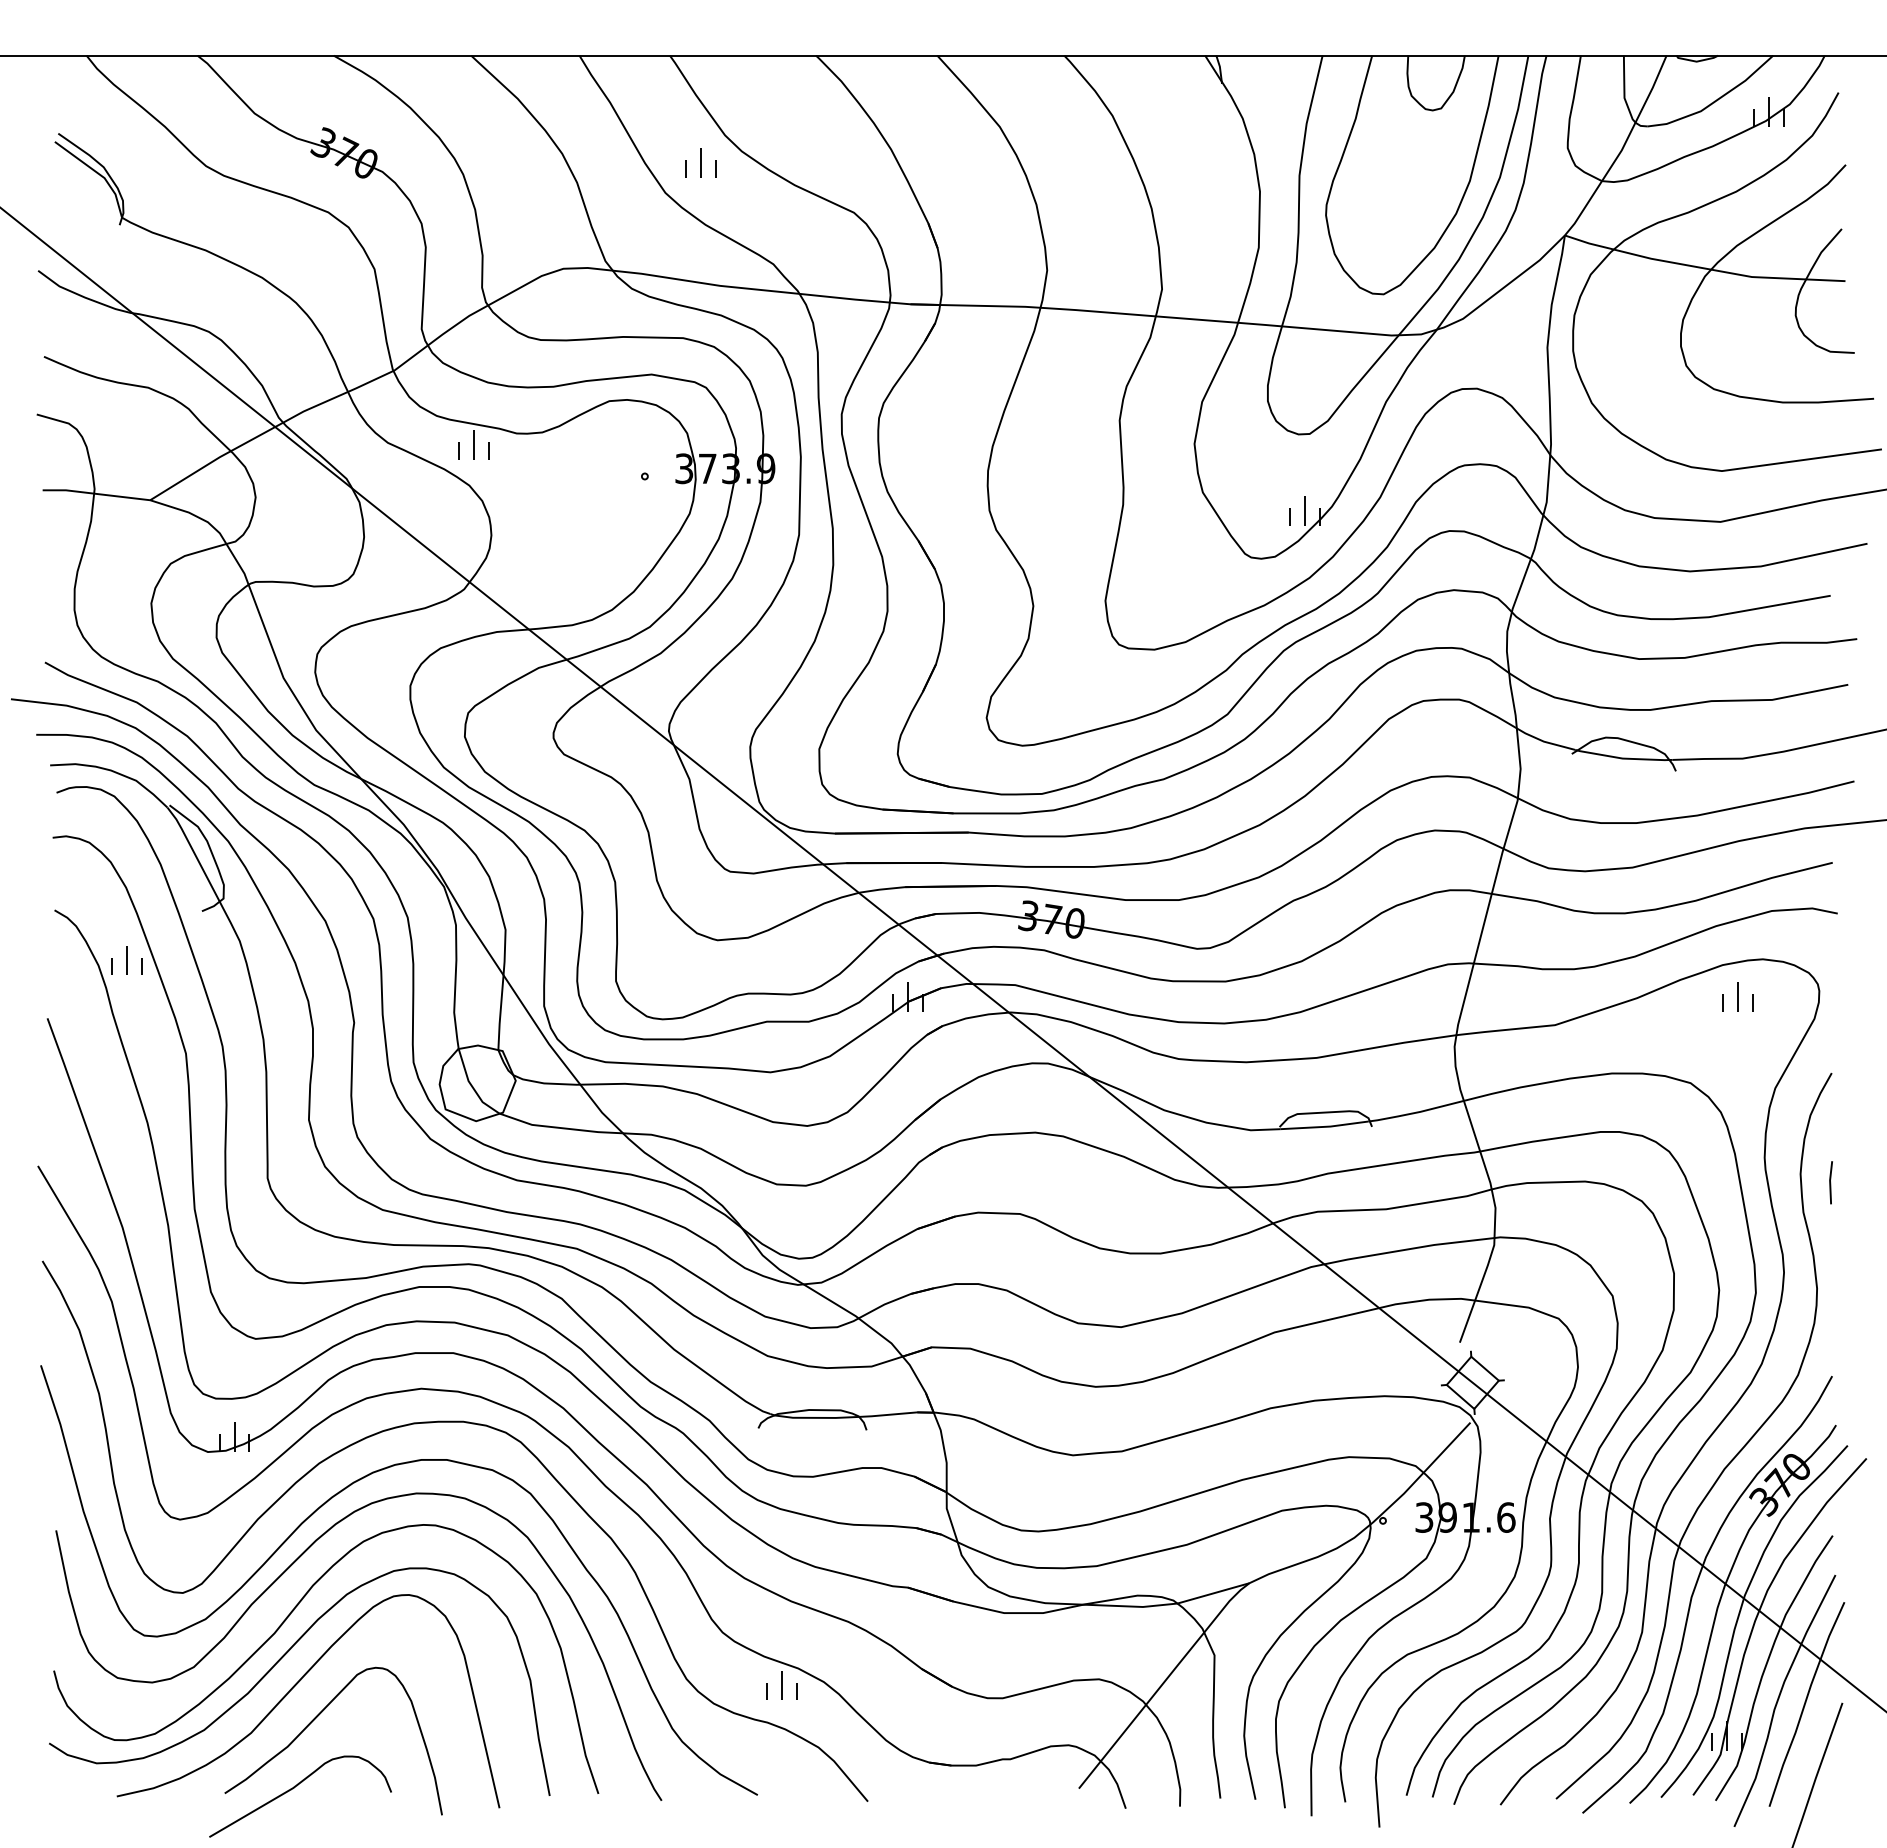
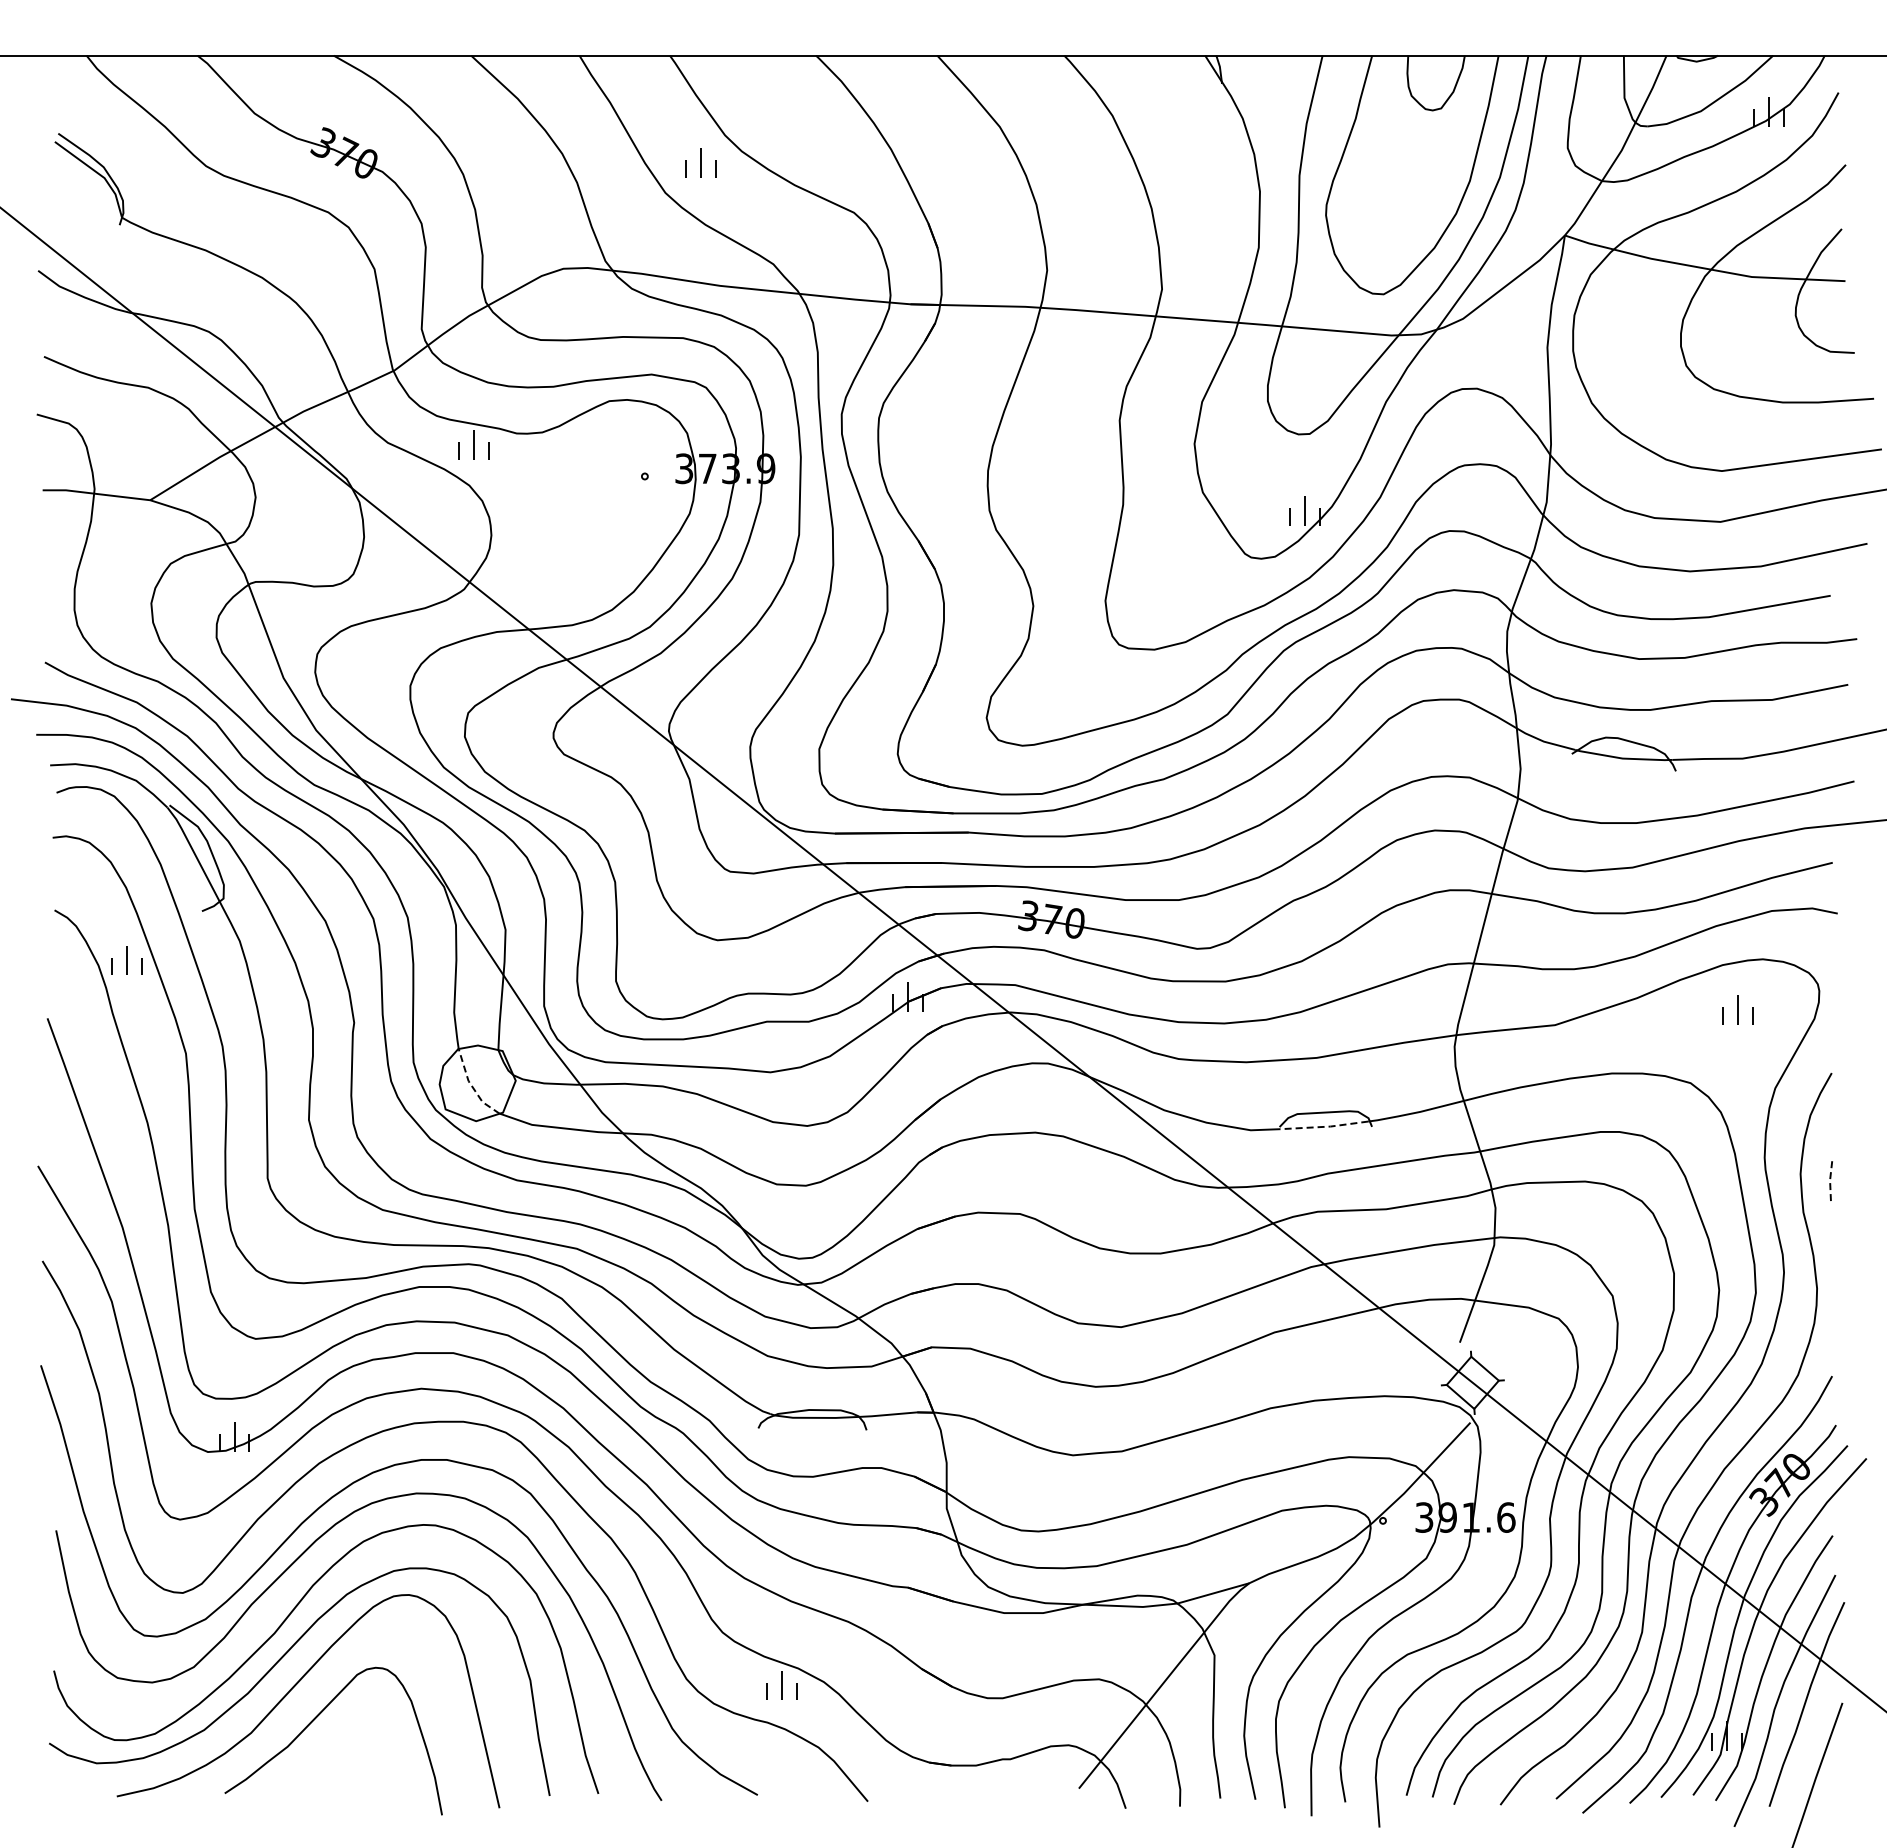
part at (1737, 996) position: (1737, 996) -> (1737, 1009)
line at (471, 1085): solid -> dashed
line at (1324, 1126): solid -> dashed
line at (1830, 1182): solid -> dashed
curve at (294, 1788): present -> none
